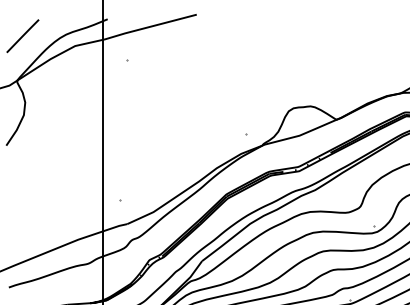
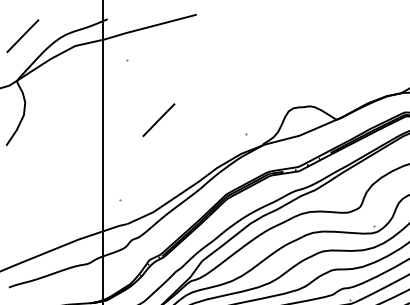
line at (158, 120): none -> present
